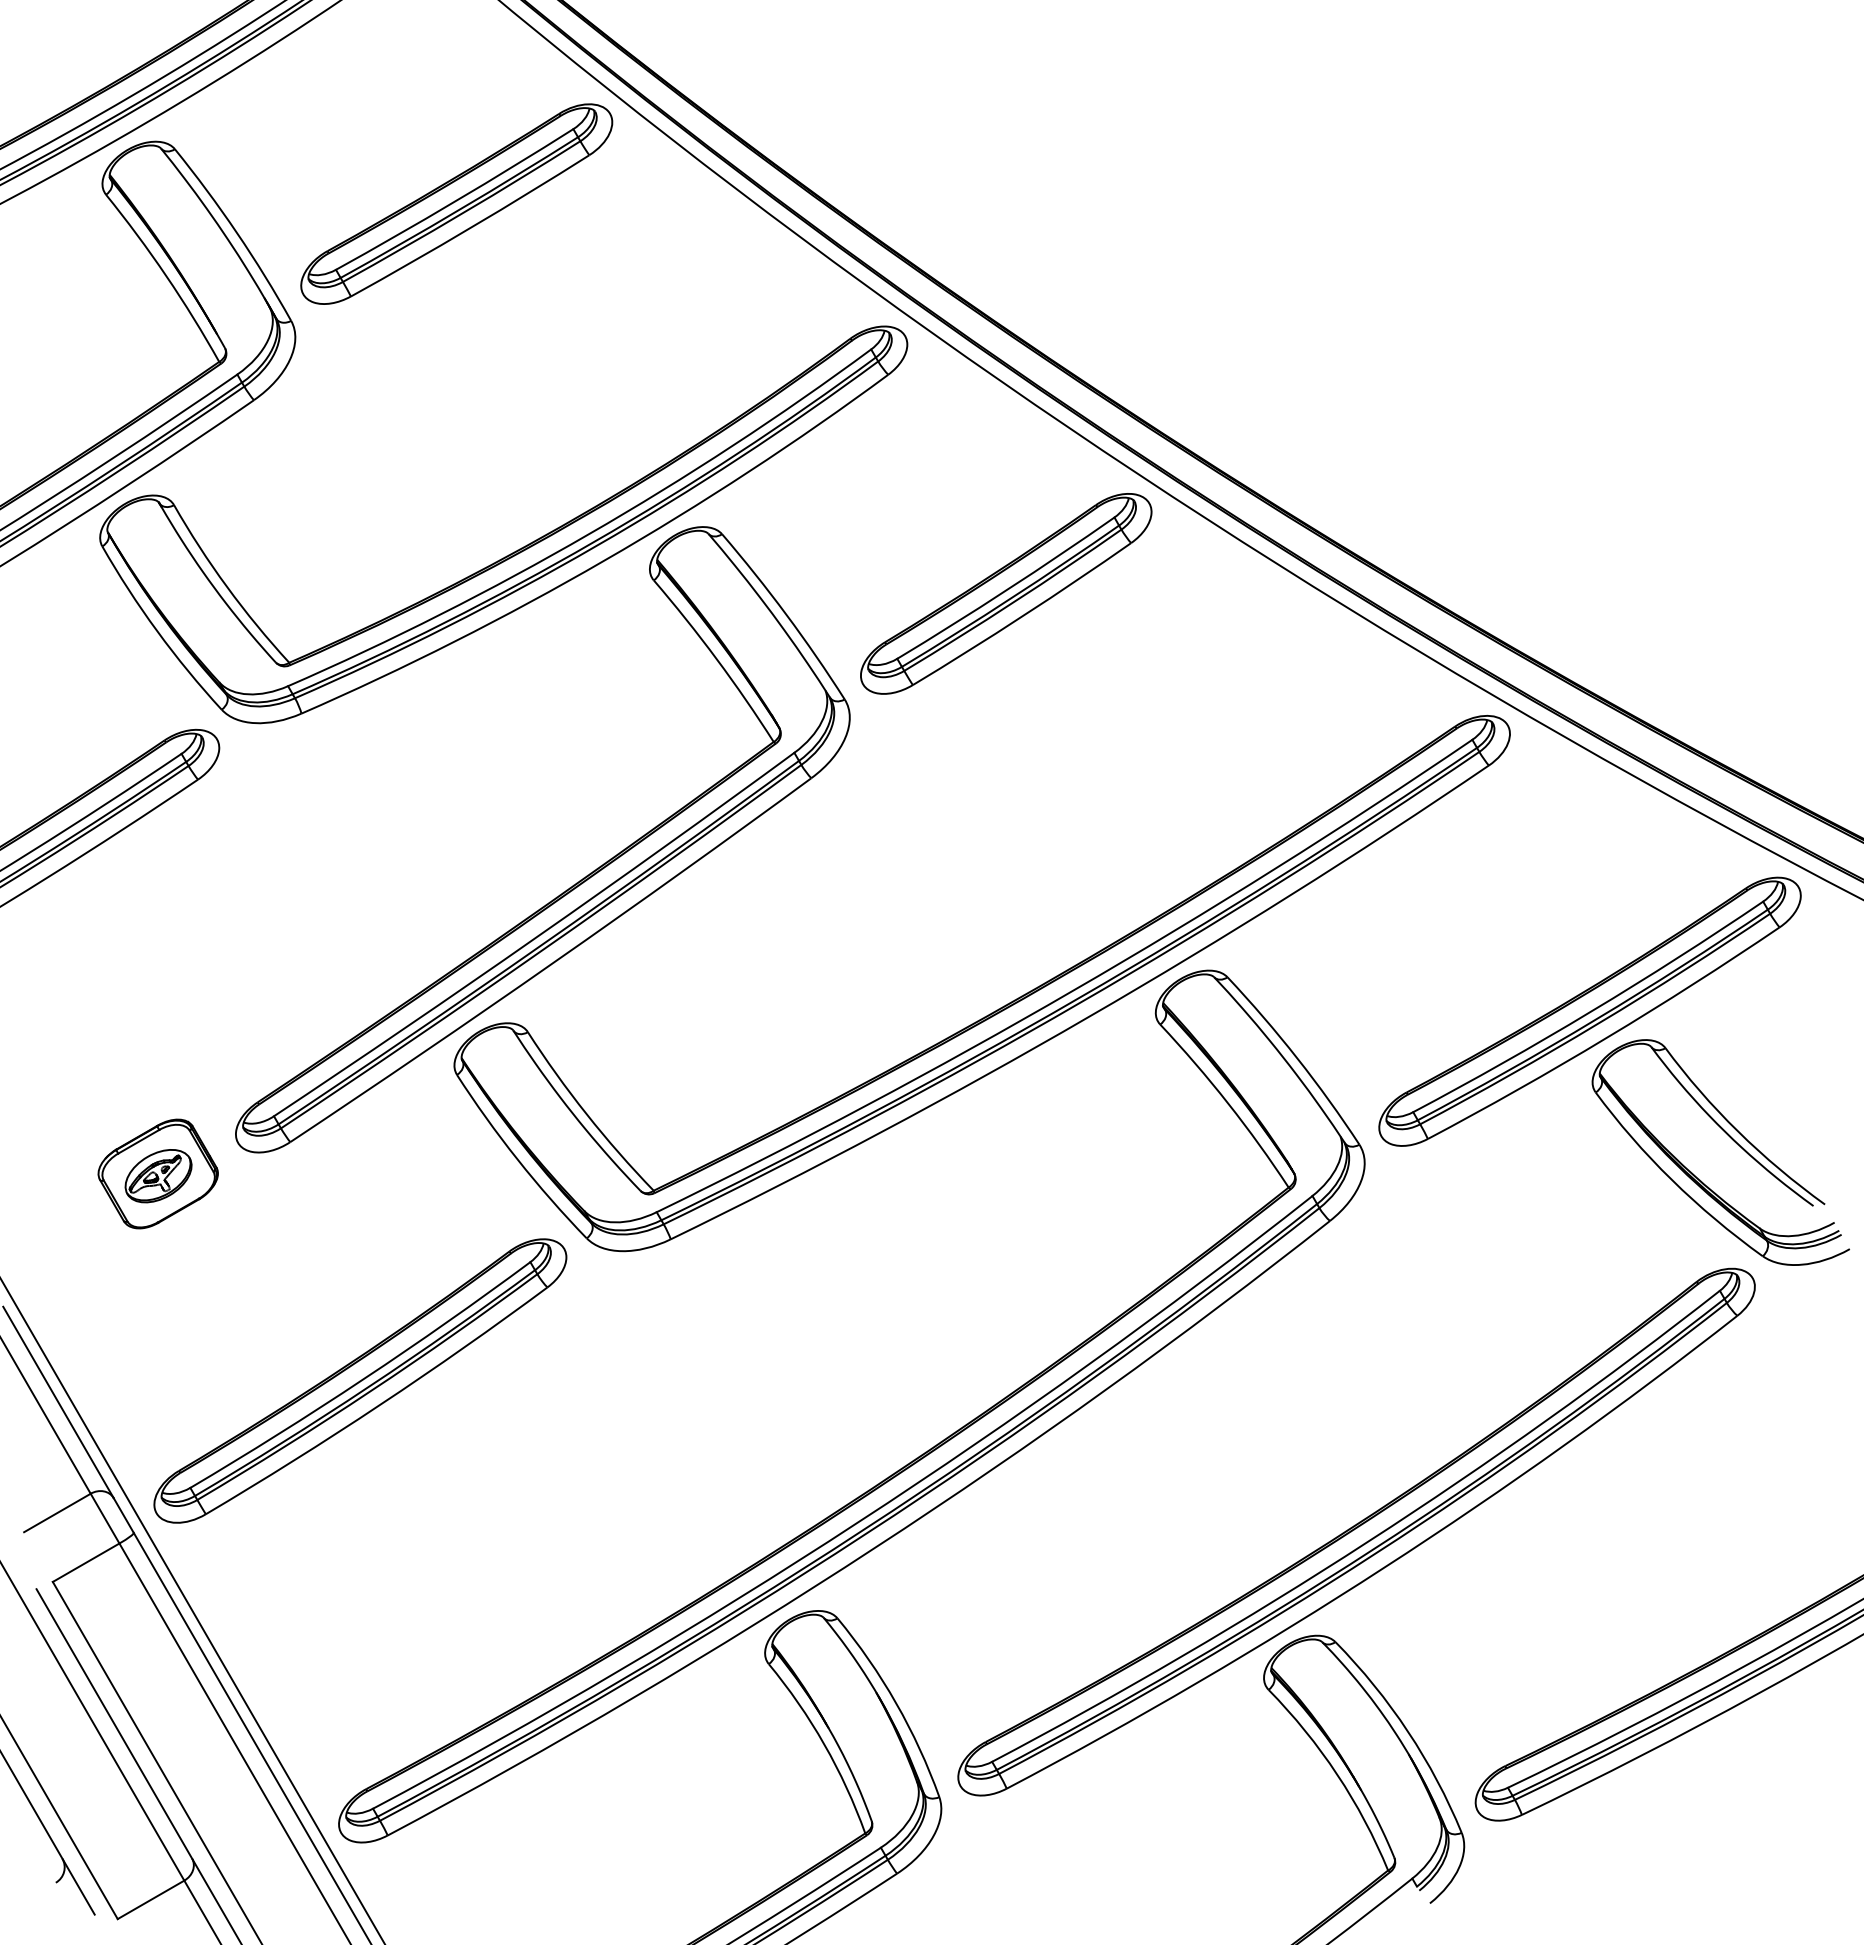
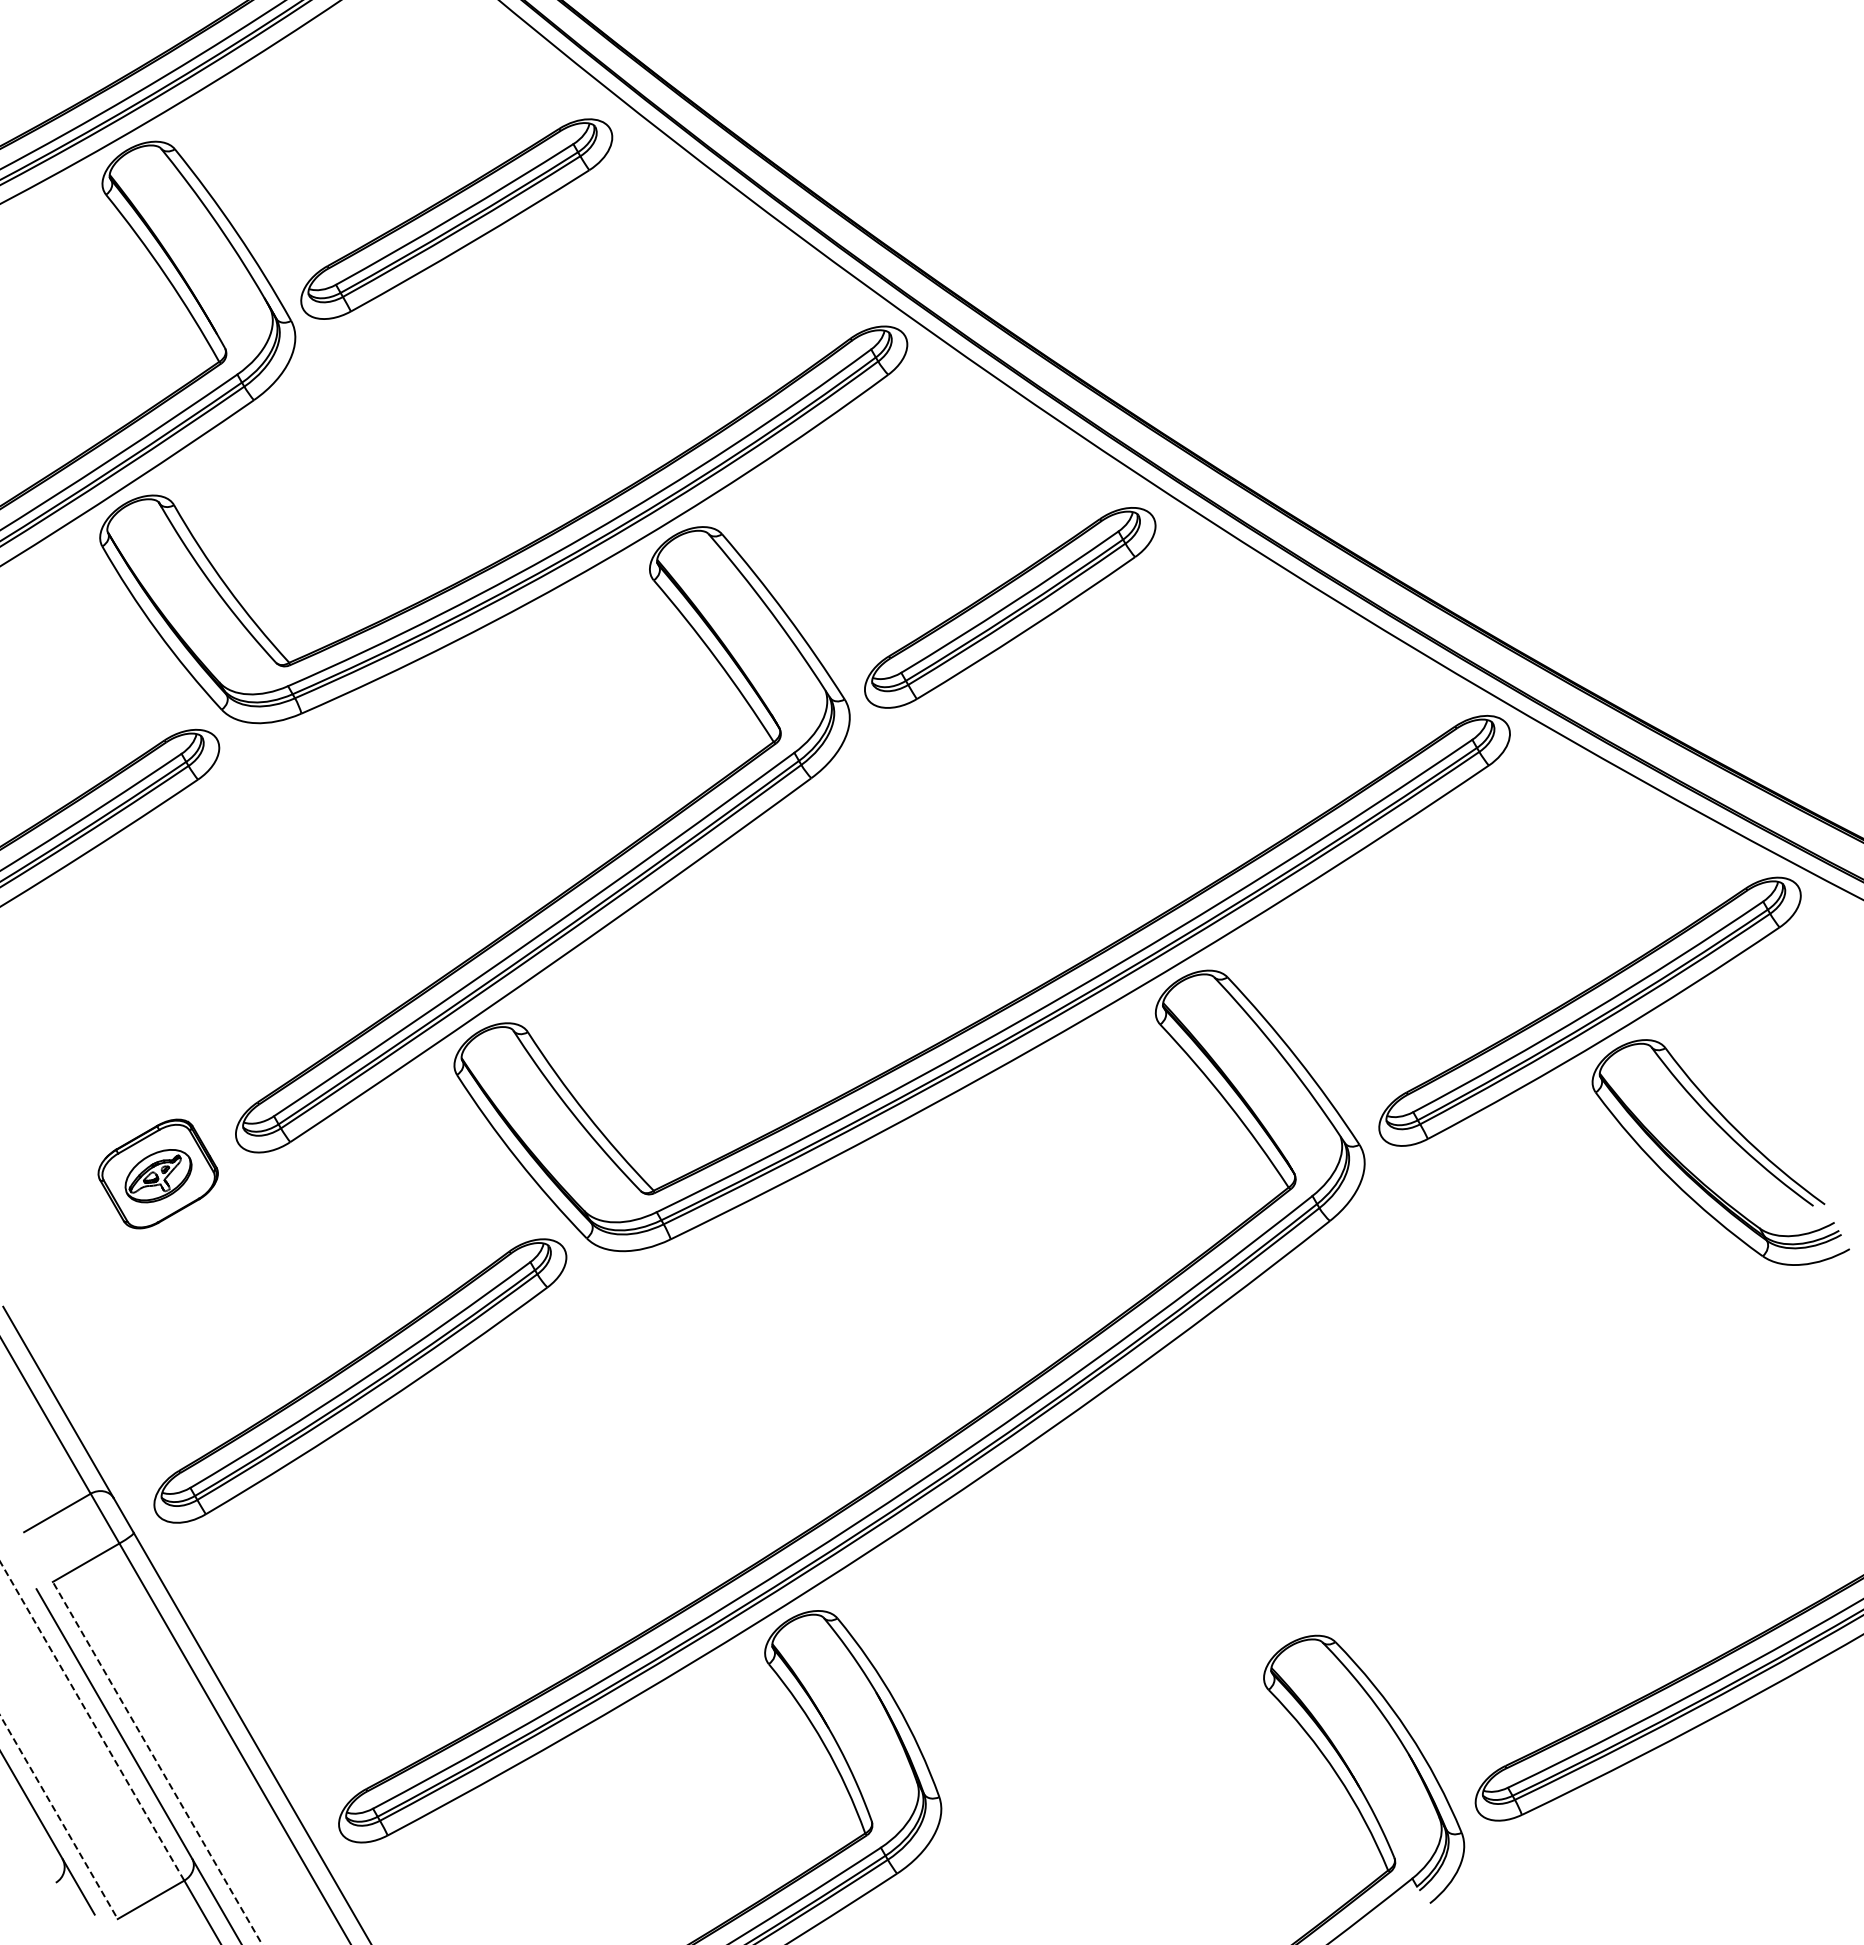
part at (456, 203) position: (456, 203) -> (456, 218)
part at (1006, 593) position: (1006, 593) -> (1010, 607)
part at (1356, 1531): present -> none
line at (192, 1611): present -> none
line at (91, 1720): solid -> dashed
line at (157, 1762): solid -> dashed
line at (59, 1817): solid -> dashed
